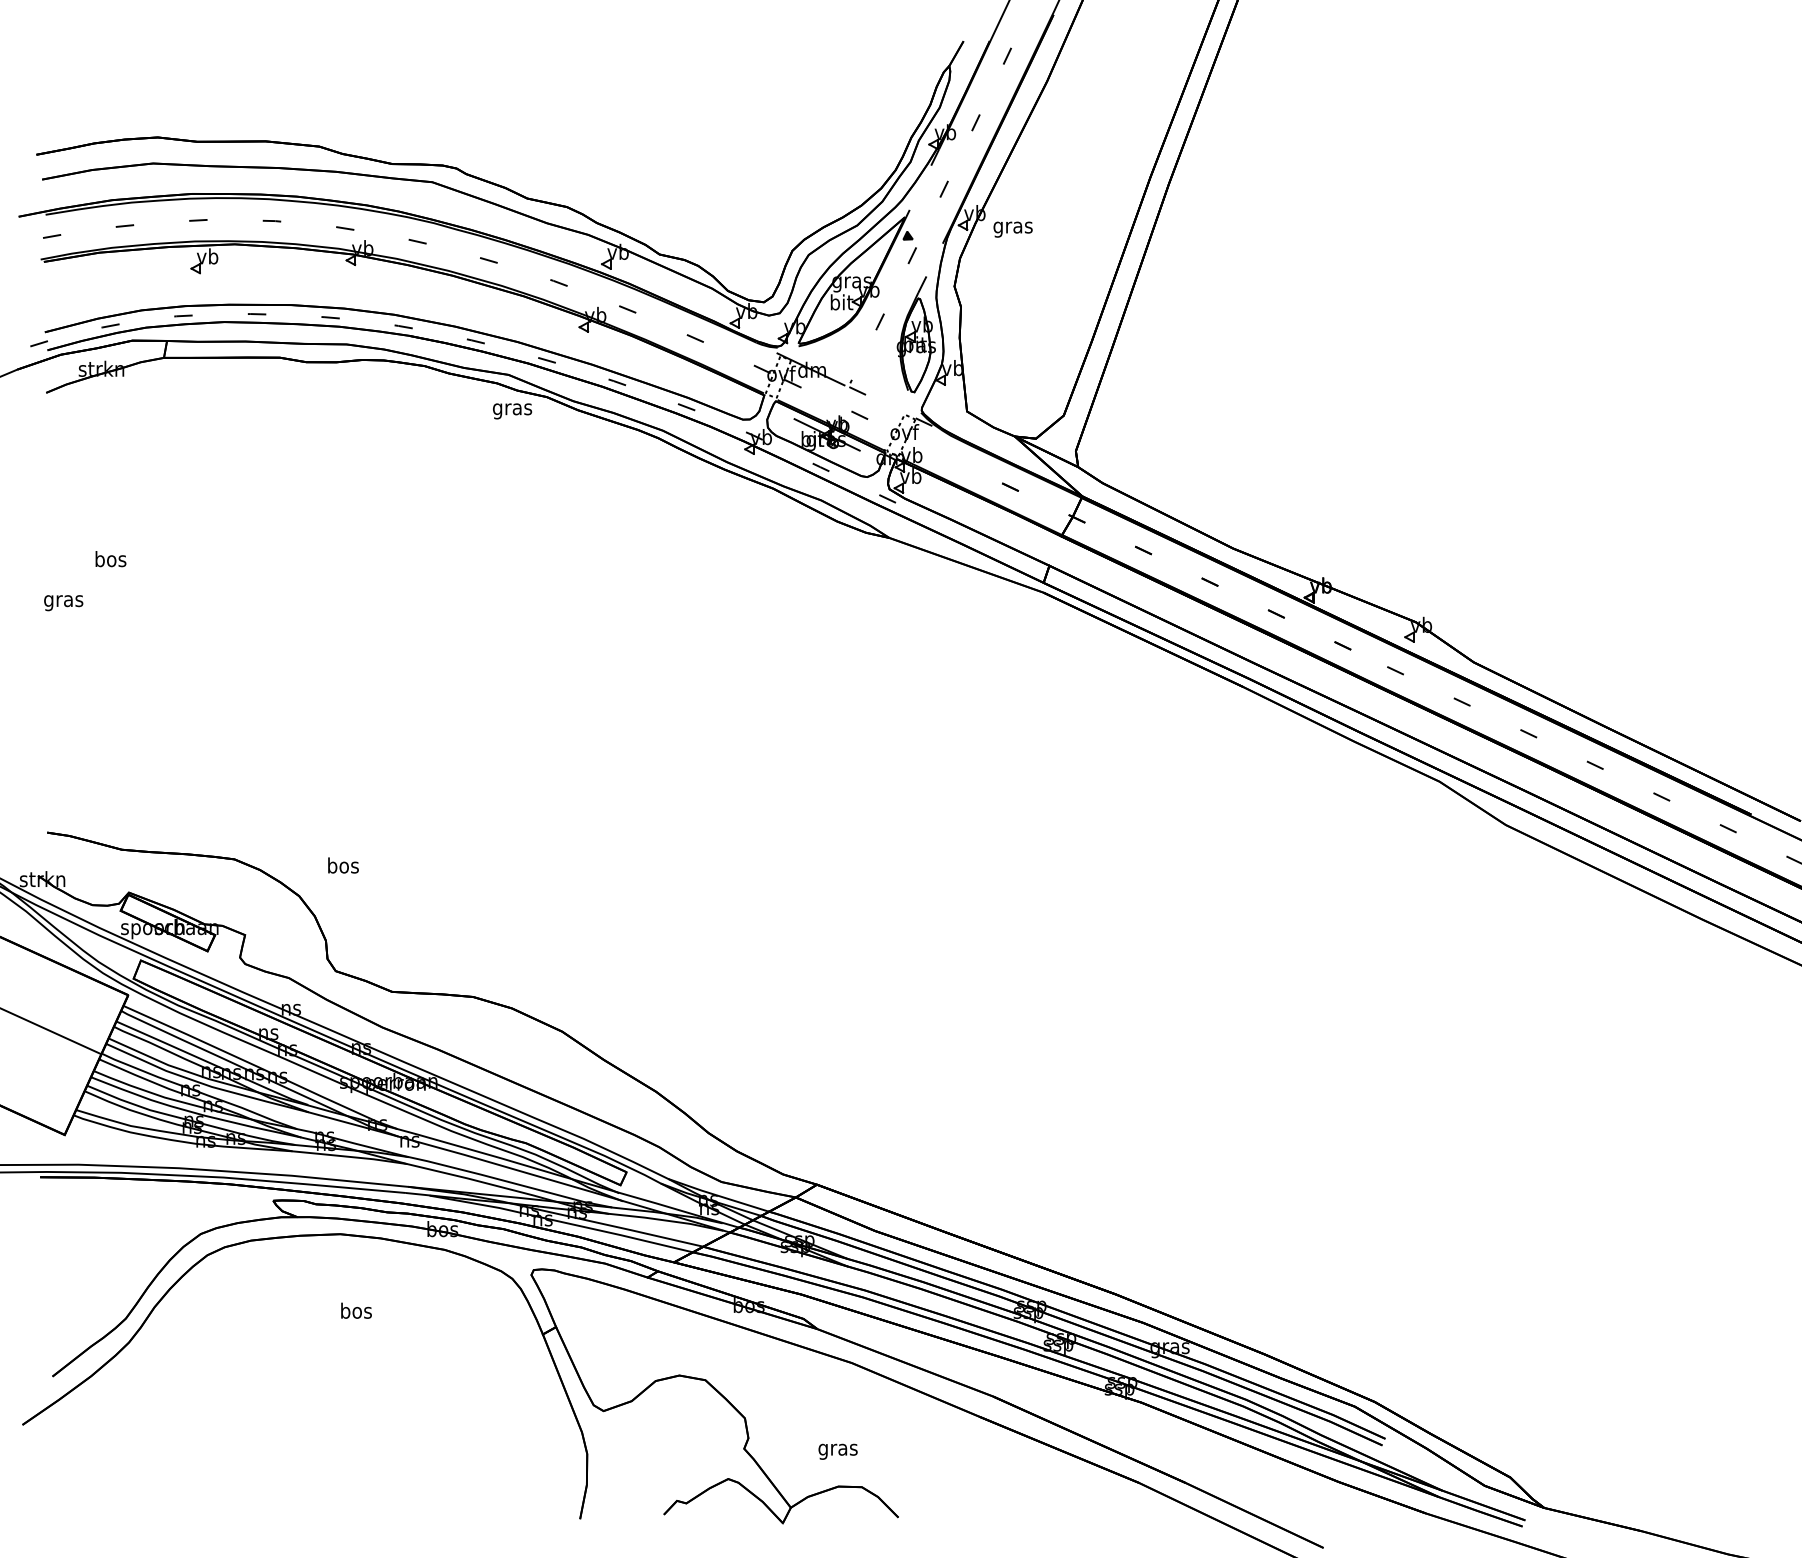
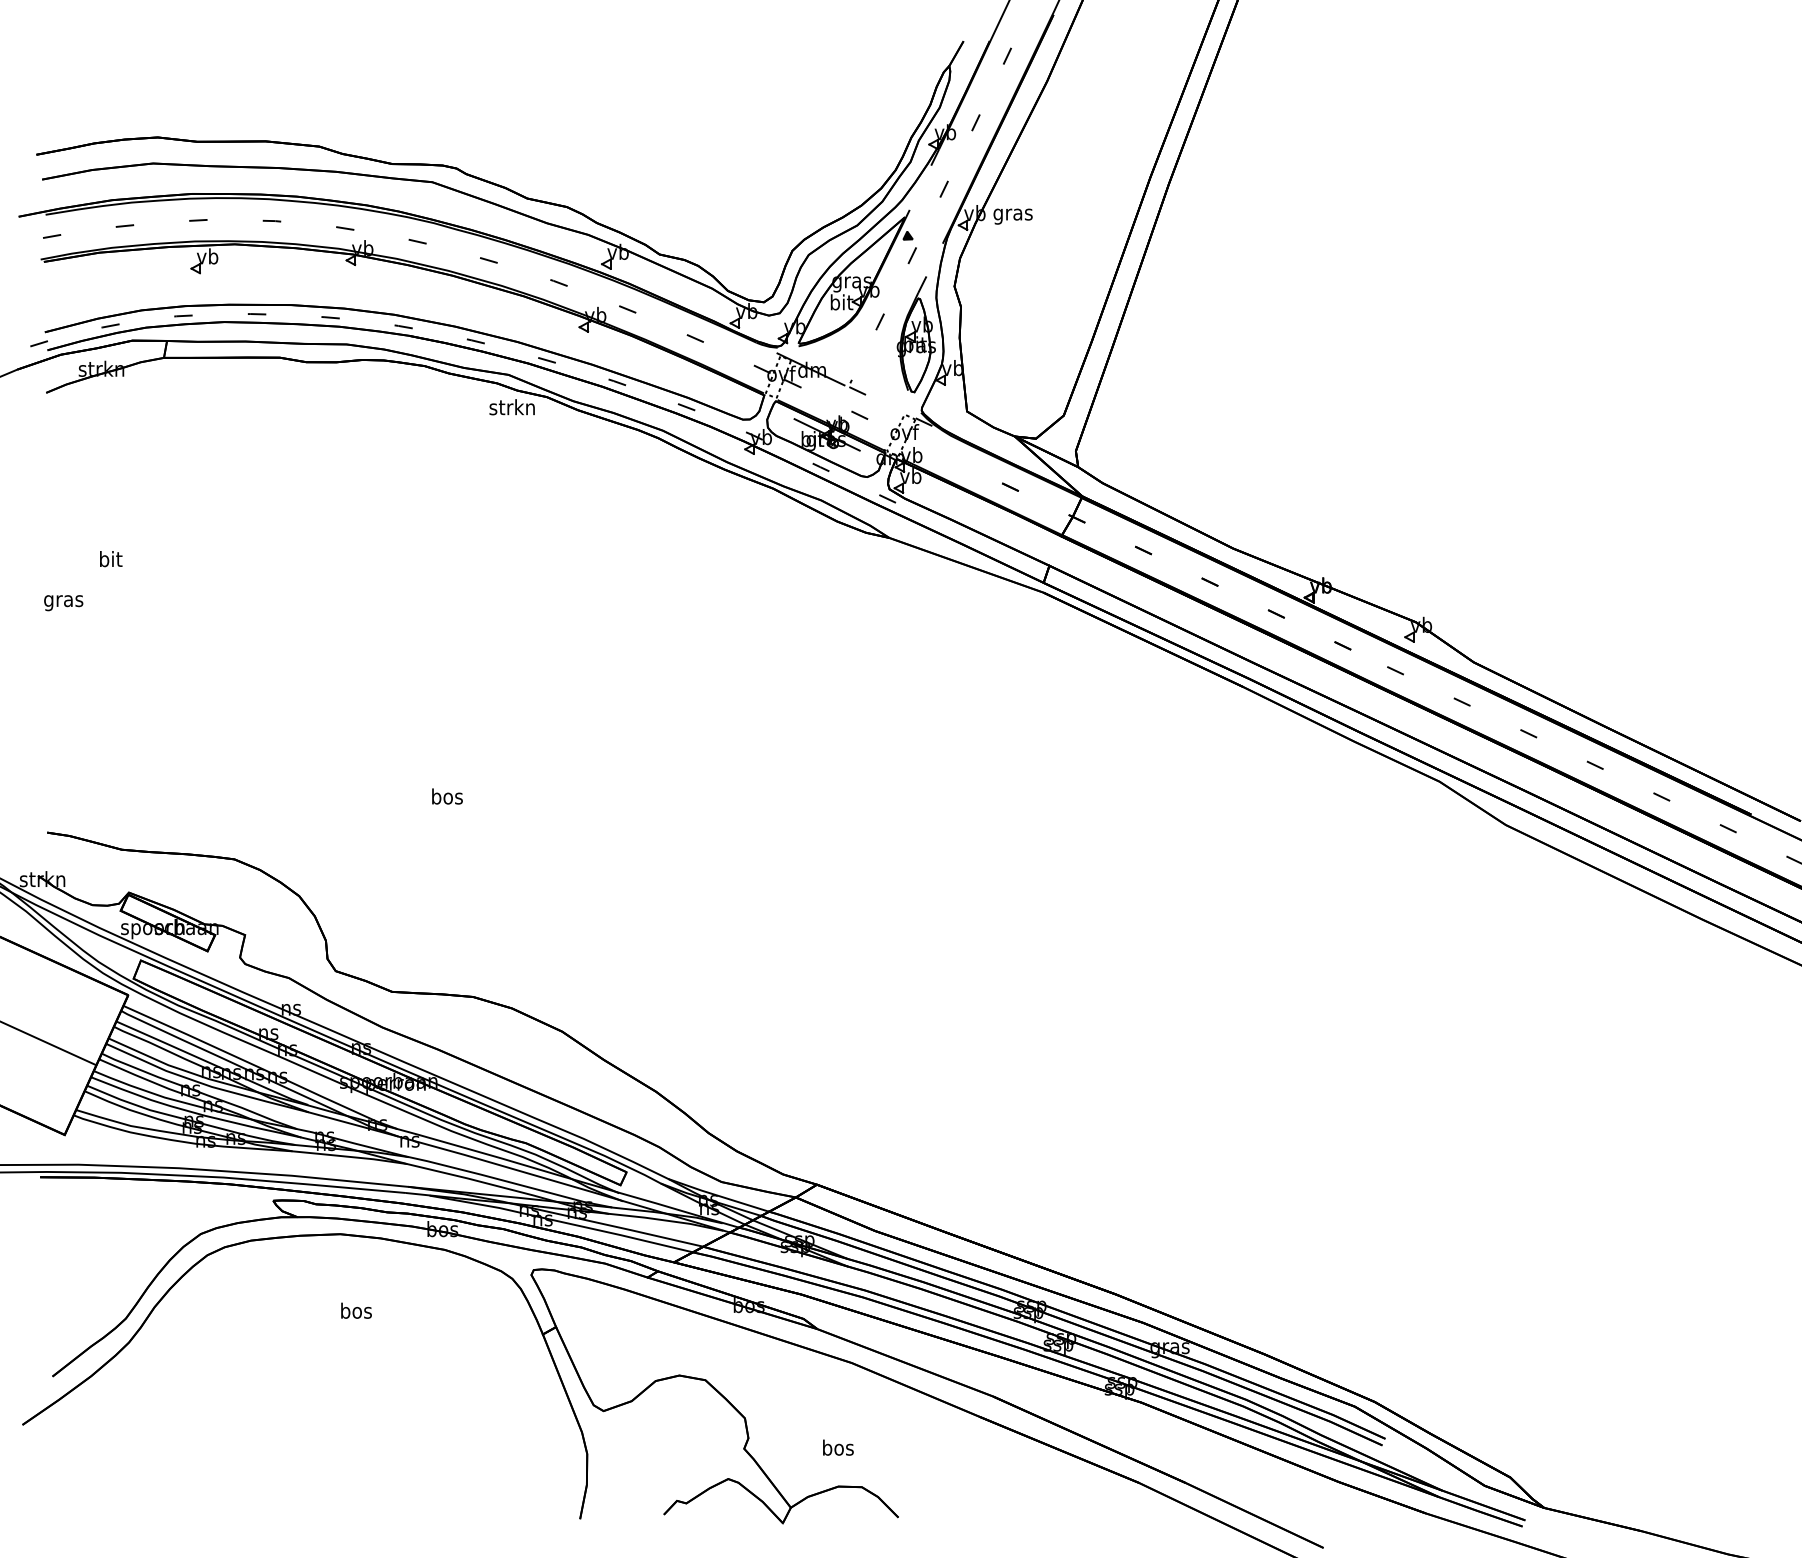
text at (1012, 229) position: (1012, 229) -> (1012, 216)
text at (511, 409): gras -> strkn
text at (110, 559): bos -> bit
text at (343, 865) position: (343, 865) -> (447, 796)
line at (51, 1031) position: (51, 1031) -> (48, 1043)
text at (837, 1449): gras -> bos
